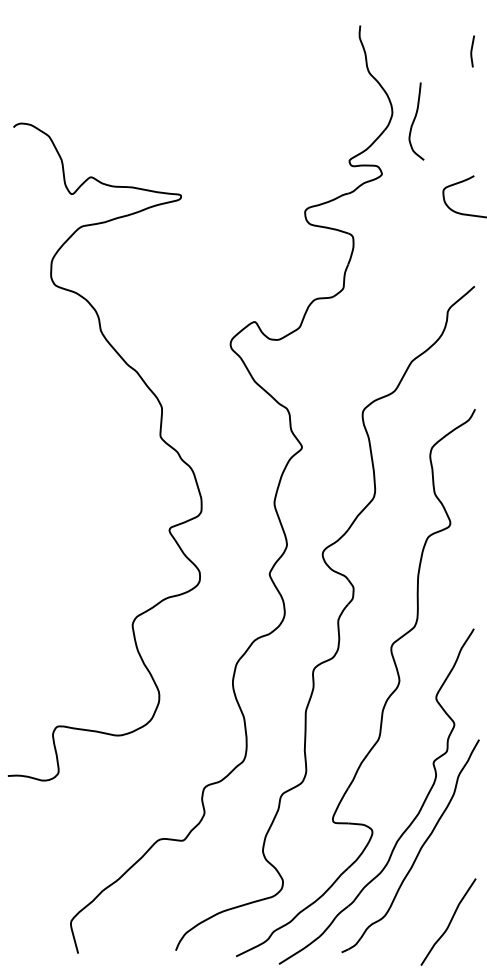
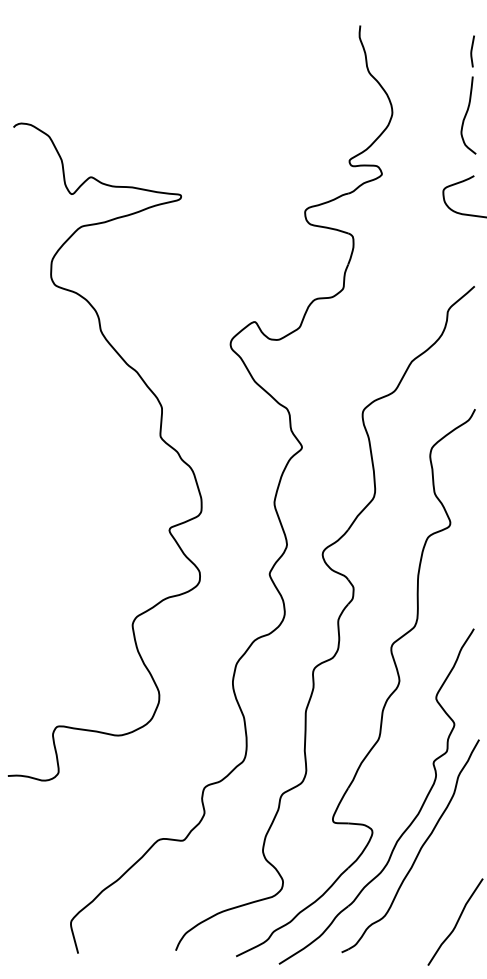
curve at (414, 121) position: (414, 121) -> (466, 115)
curve at (449, 921) position: (449, 921) -> (456, 921)
